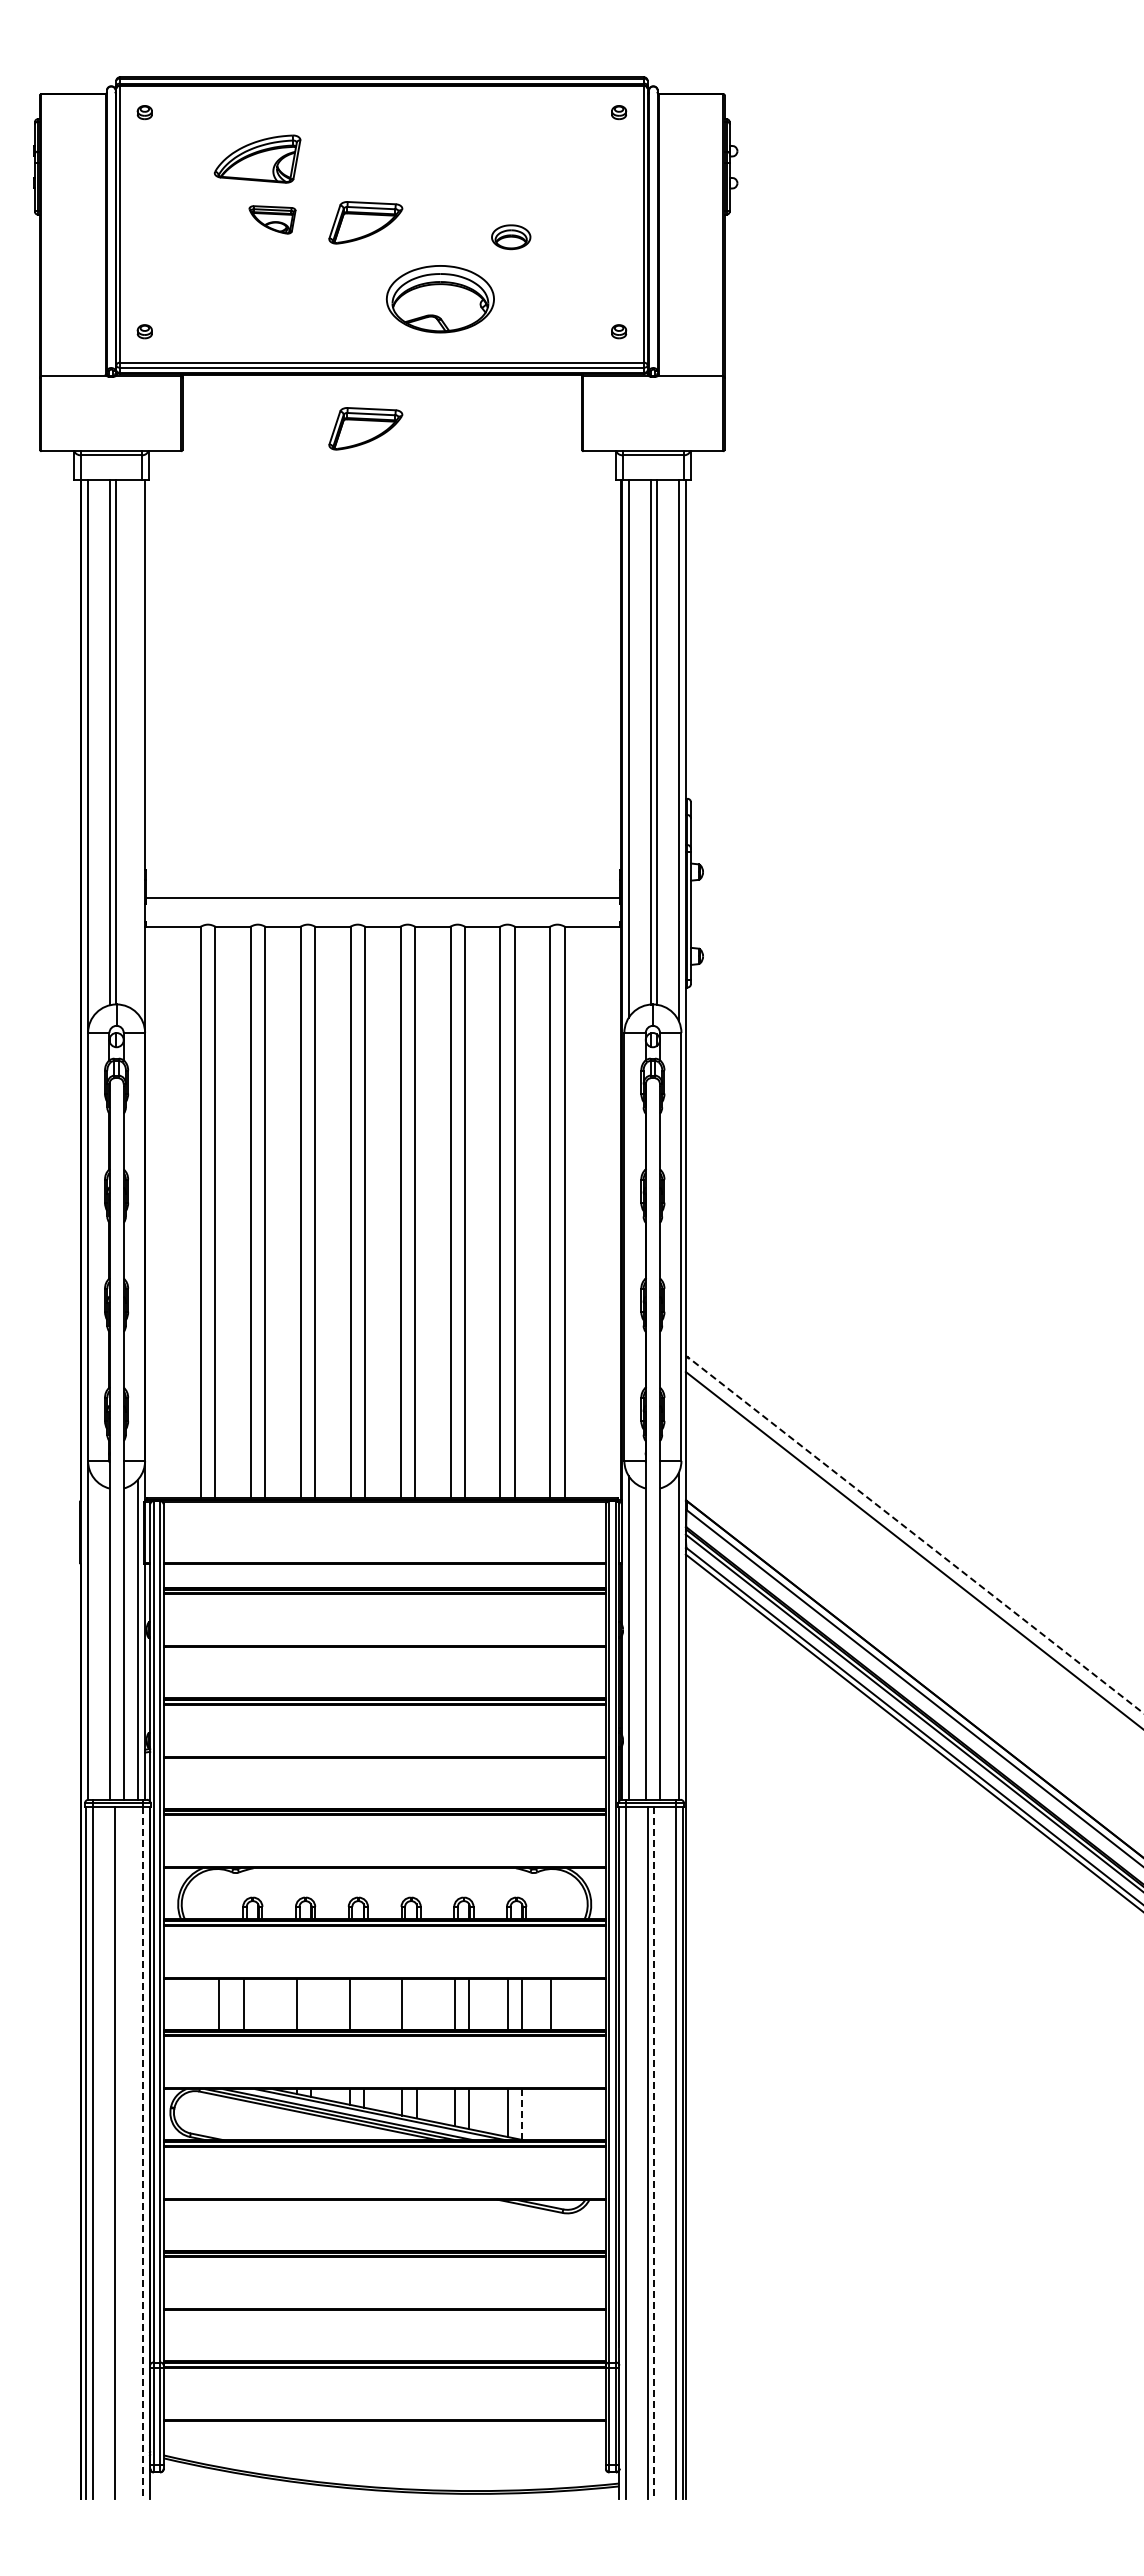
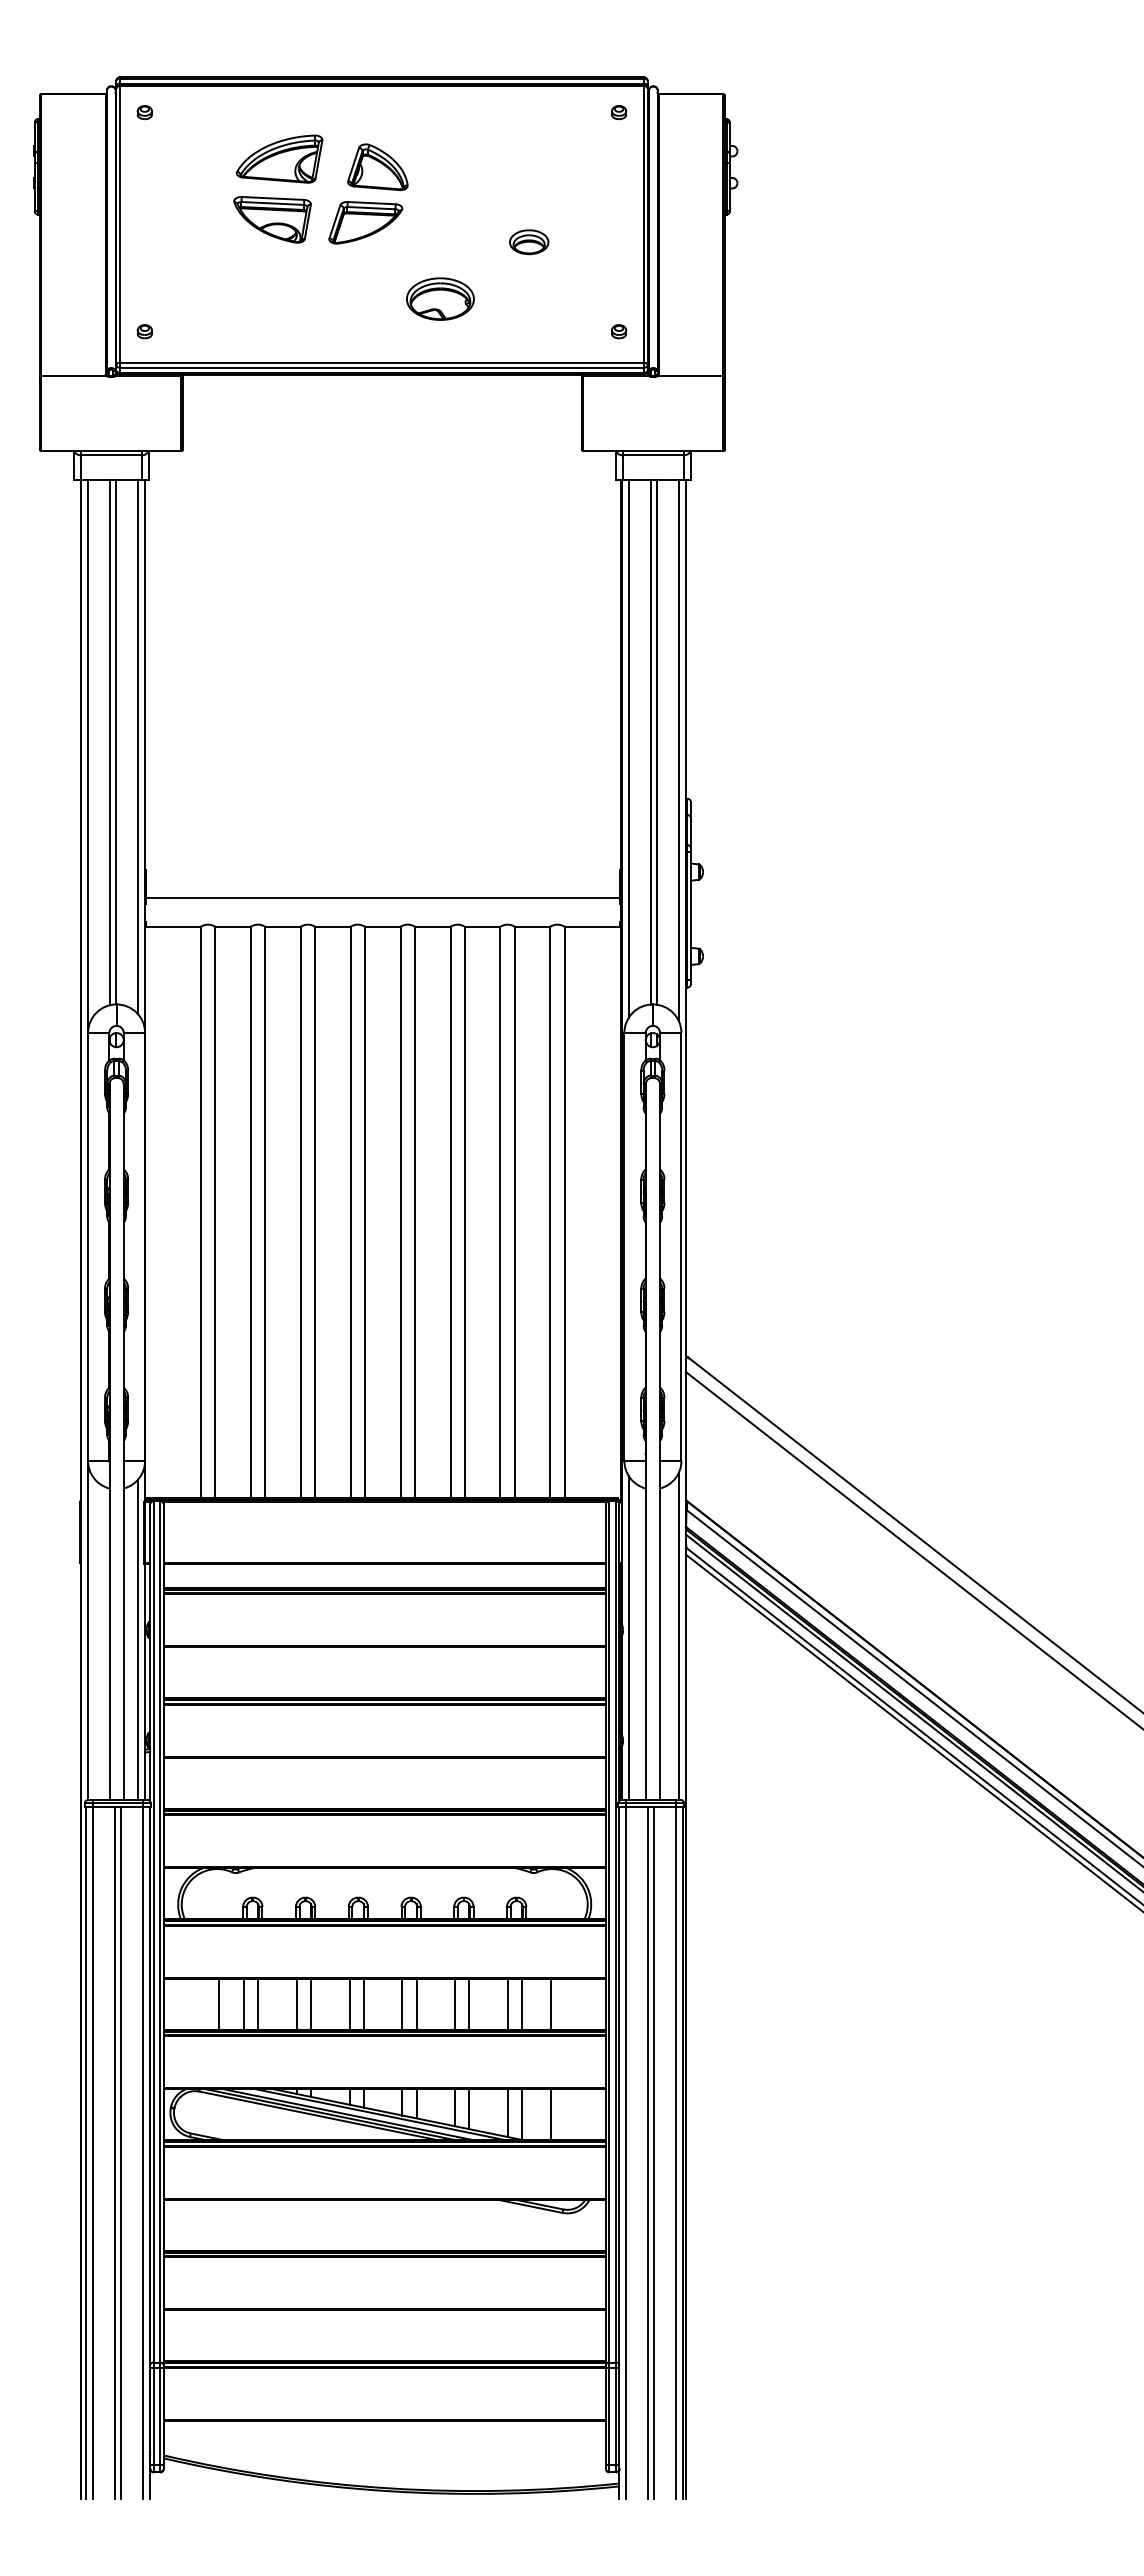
part at (257, 158) position: (257, 158) -> (279, 158)
part at (377, 166): none -> present
part at (272, 219) size: 49x30 px -> 79x48 px
part at (511, 237) position: (511, 237) -> (529, 242)
part at (439, 299) size: 110x69 px -> 69x44 px
part at (365, 428): present -> none
line at (138, 746): none -> present
line at (915, 1535): dashed -> solid
line at (258, 2003): none -> present
line at (311, 2003): none -> present
line at (363, 2003): none -> present
line at (416, 2003): none -> present
line at (522, 2114): dashed -> solid
line at (550, 2114): none -> present
line at (120, 2152): none -> present
line at (142, 2152): dashed -> solid
line at (654, 2152): dashed -> solid
